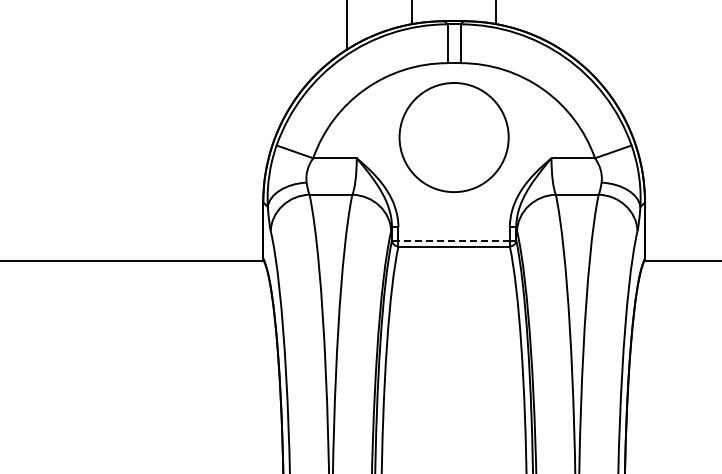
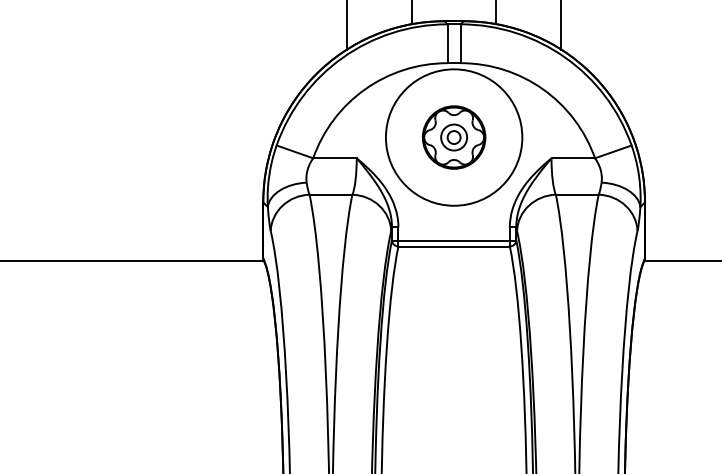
line at (561, 25): none -> present
circle at (453, 137) diameter: 109 px -> 136 px
part at (454, 137): none -> present
line at (454, 240): dashed -> solid
